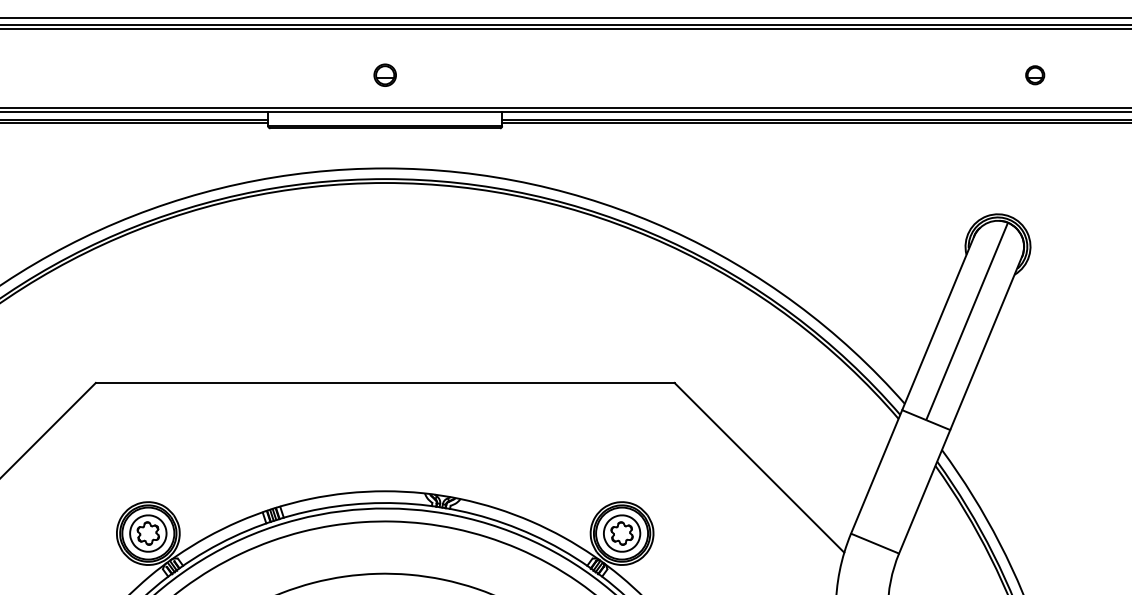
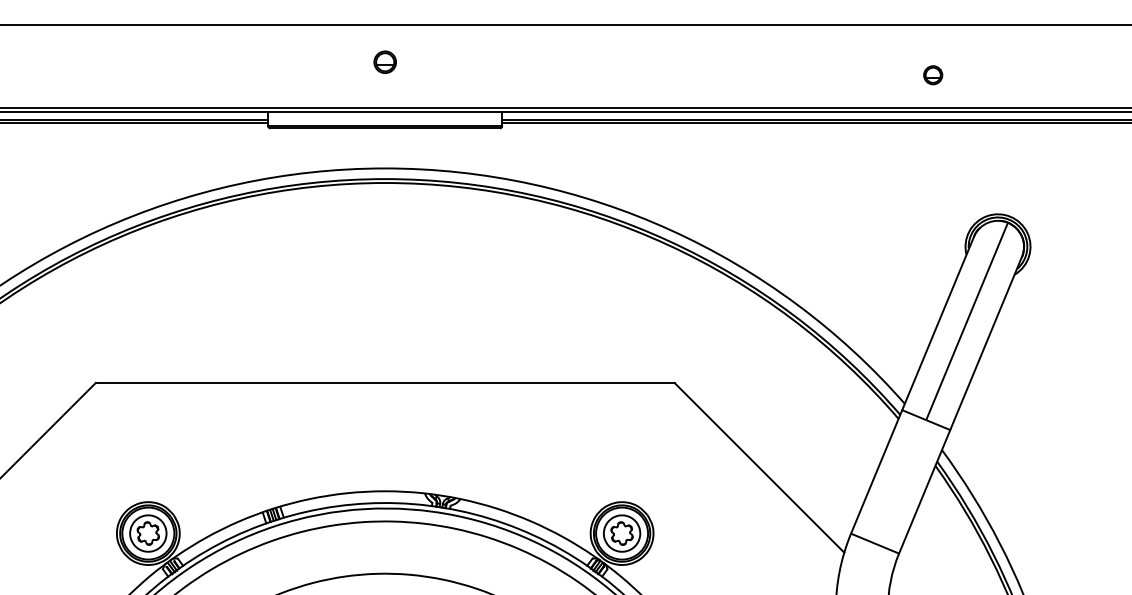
line at (565, 17): present -> none
line at (565, 28): present -> none
part at (384, 74) position: (384, 74) -> (384, 61)
part at (1035, 75) position: (1035, 75) -> (933, 75)
